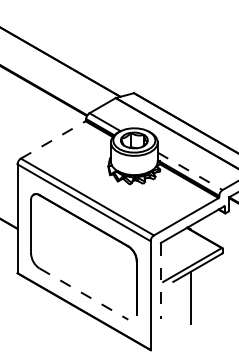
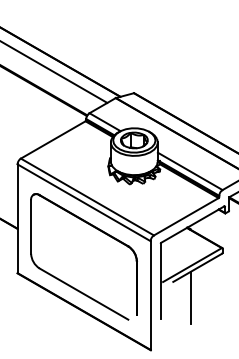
line at (54, 72): none -> present
line at (53, 139): dashed -> solid
line at (190, 171): dashed -> solid
line at (160, 281): dashed -> solid
line at (84, 294): dashed -> solid
